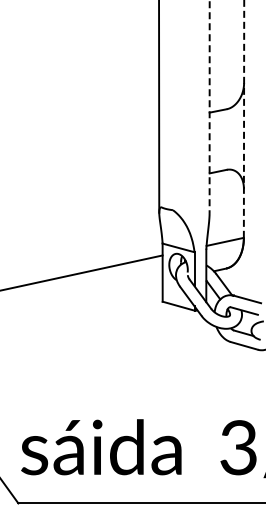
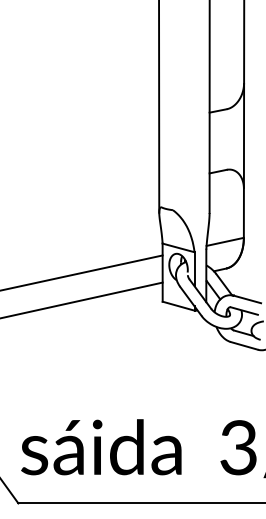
line at (209, 107): dashed -> solid
line at (244, 119): dashed -> solid
line at (82, 299): none -> present
